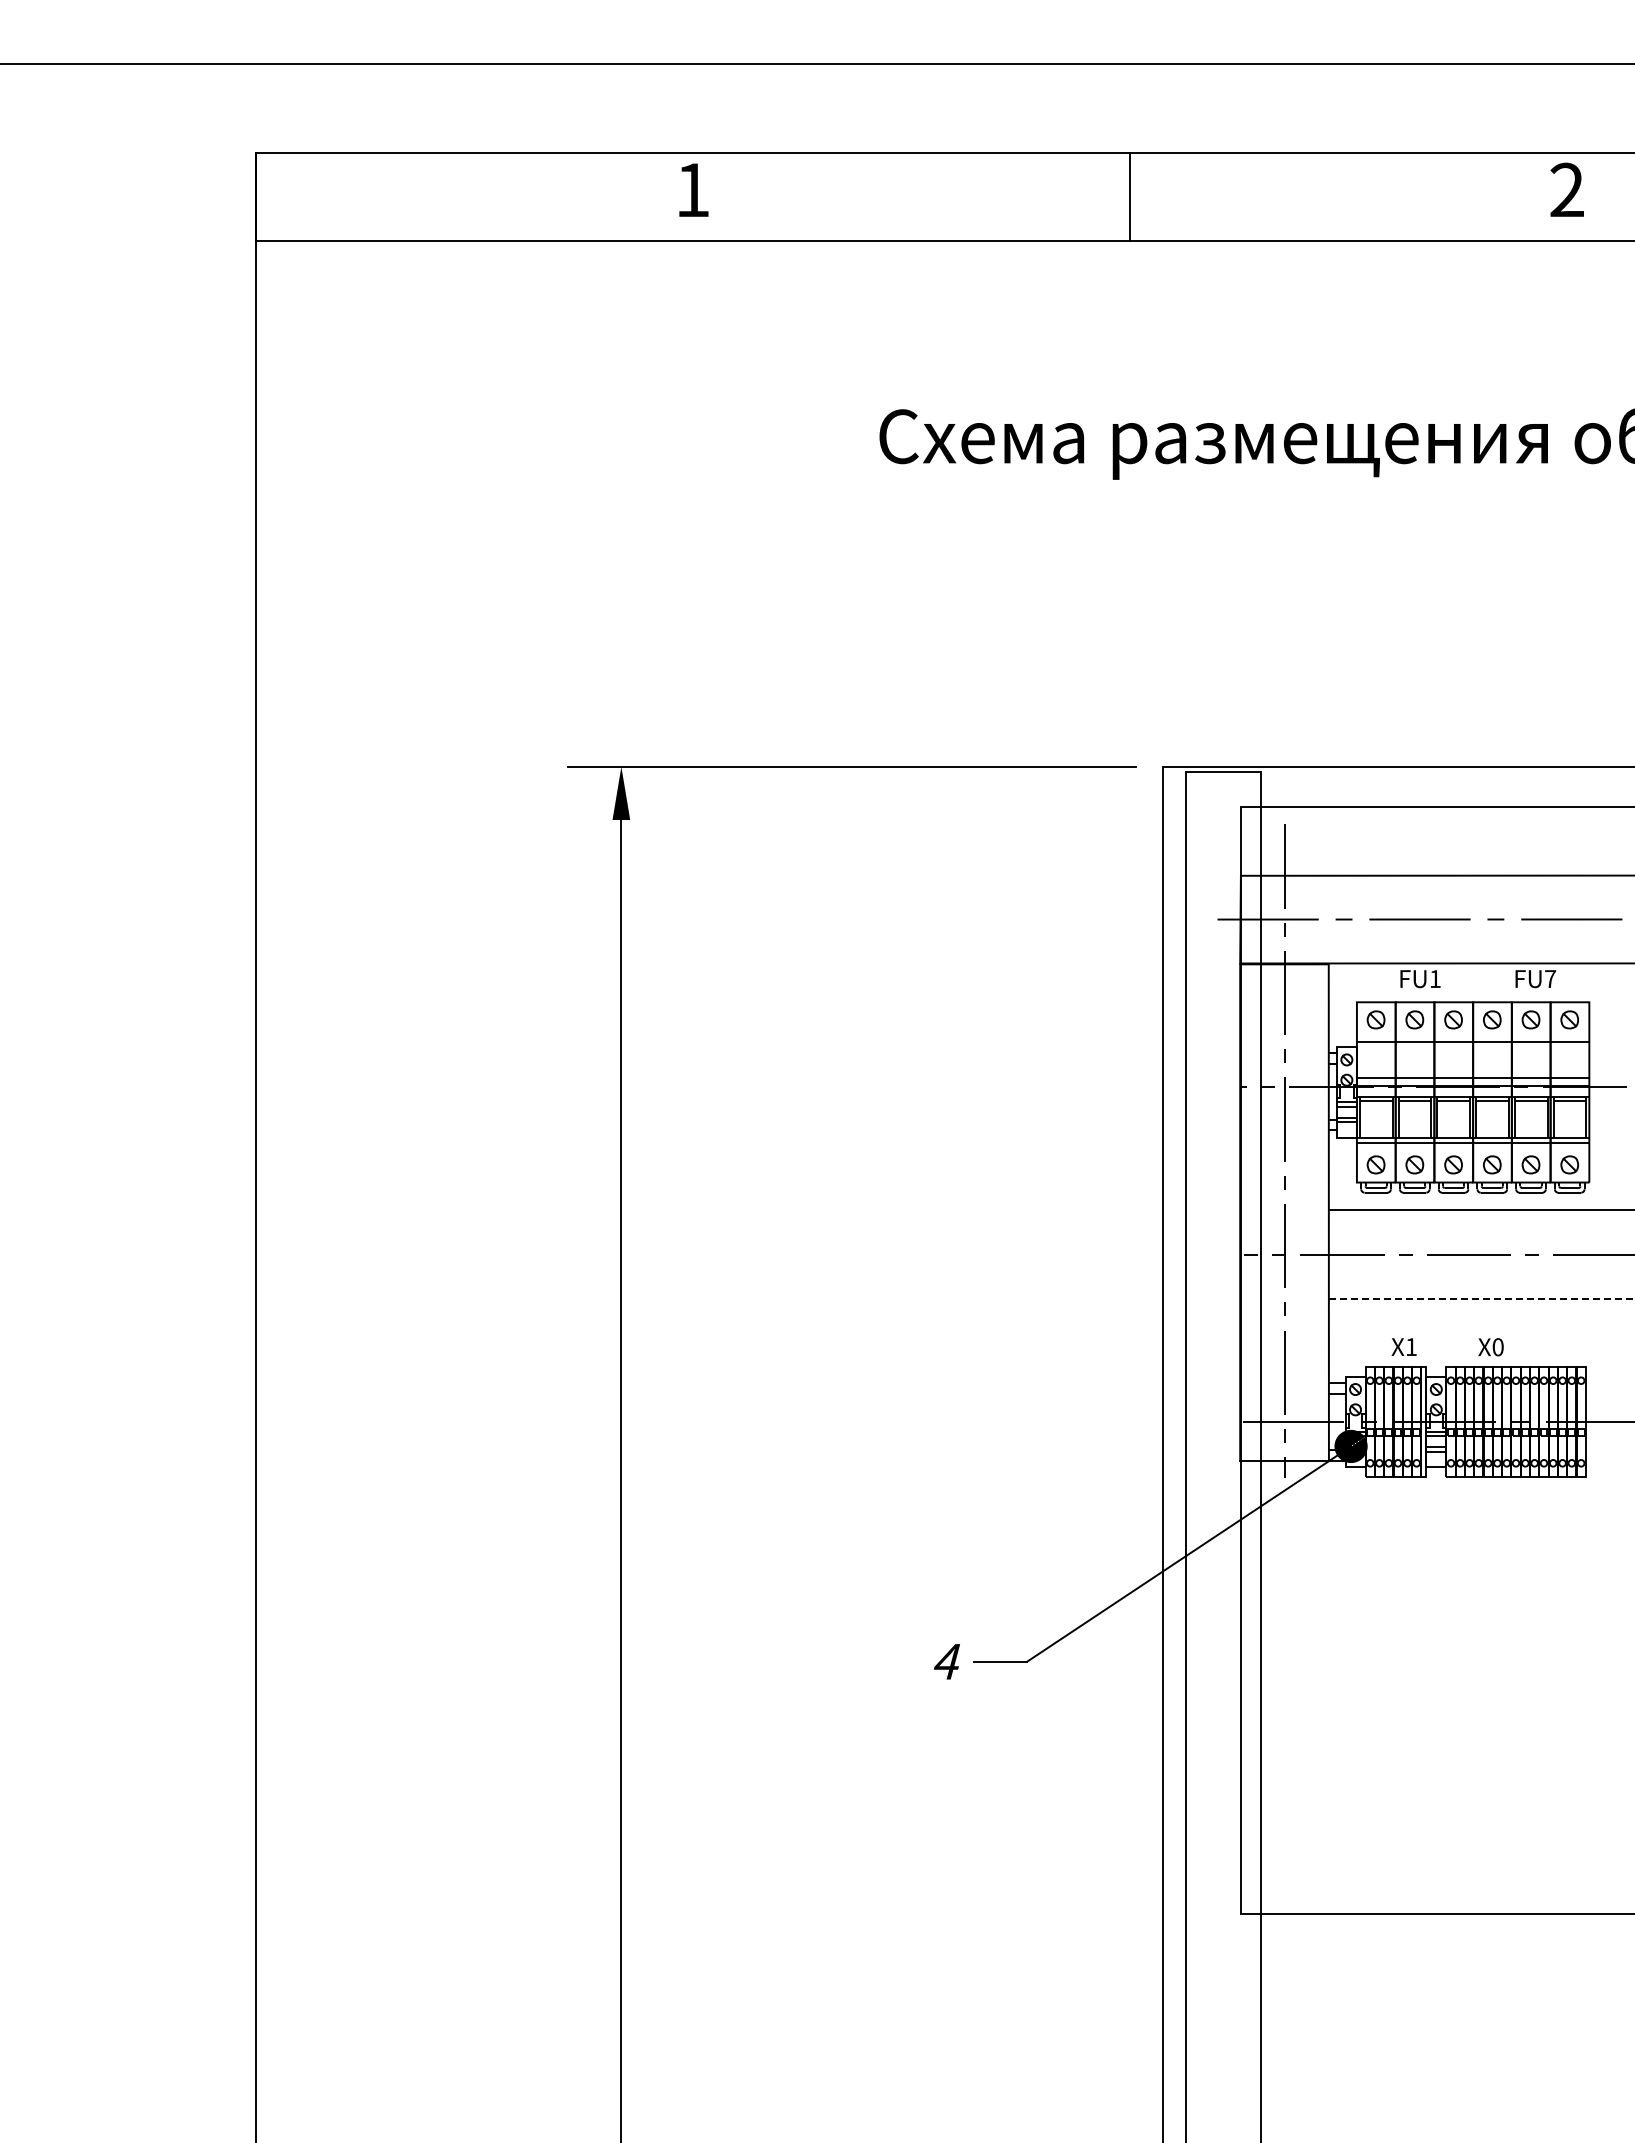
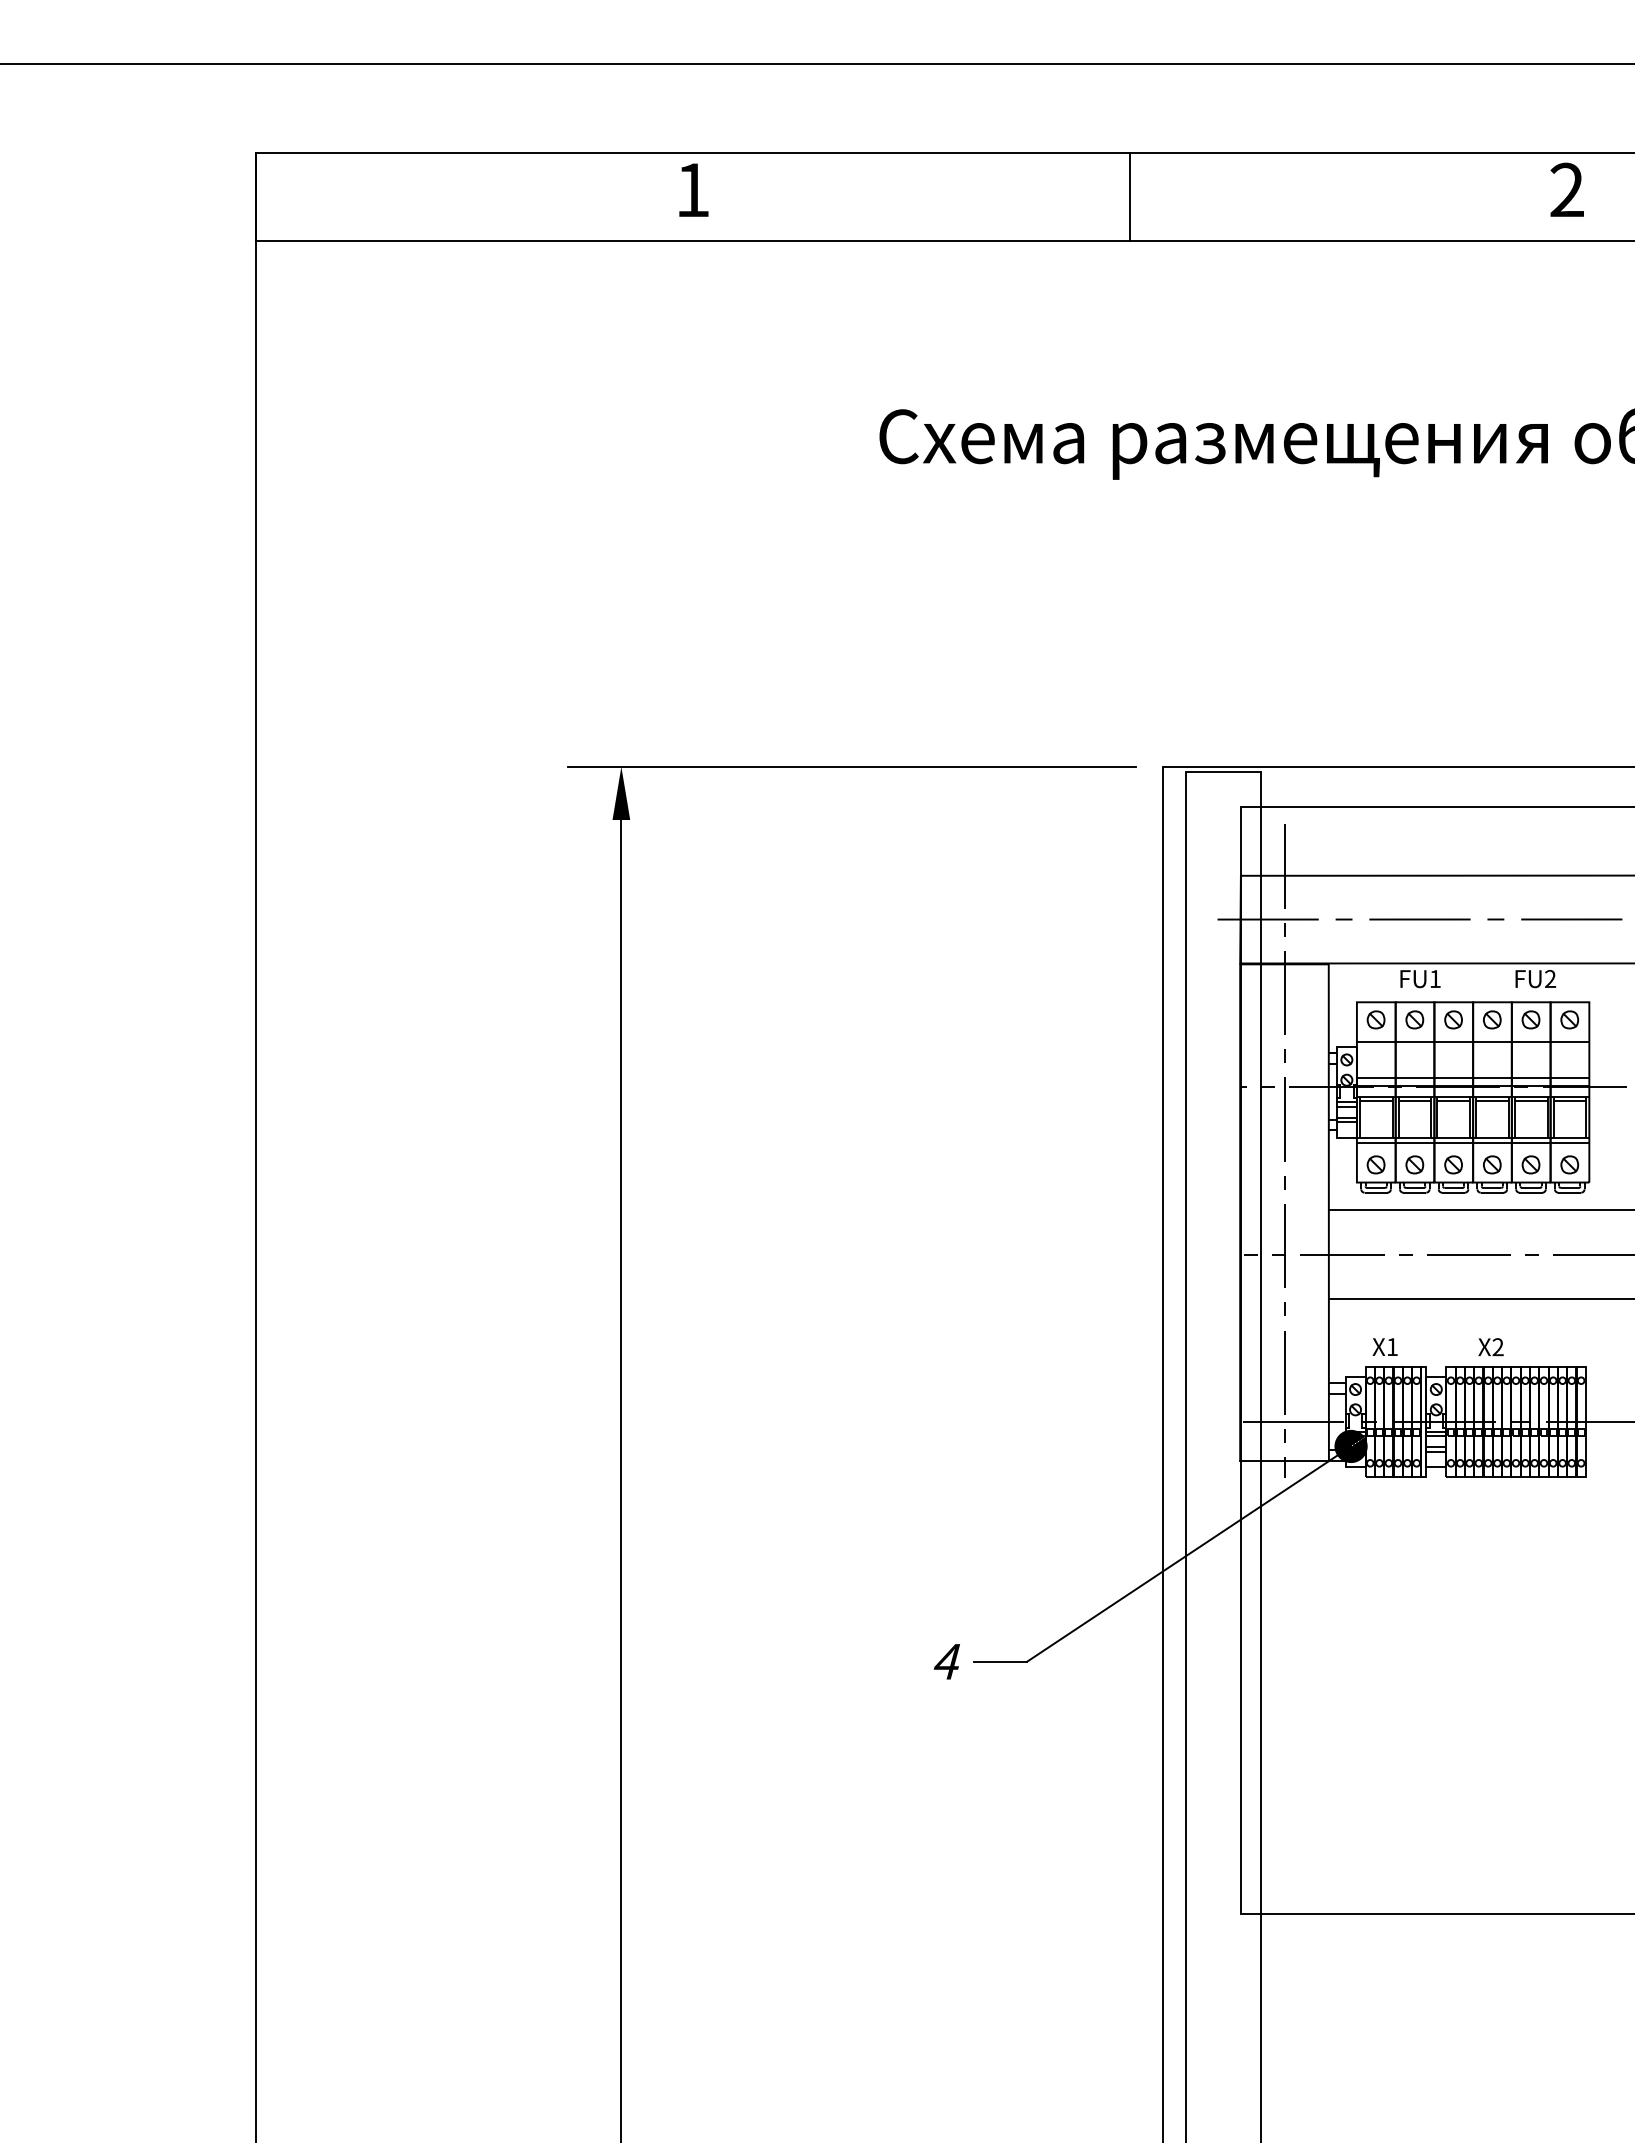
text at (1550, 978): FU7 -> FU2
line at (1481, 1298): dashed -> solid
text at (1403, 1346) position: (1403, 1346) -> (1384, 1346)
text at (1497, 1347): X0 -> X2
